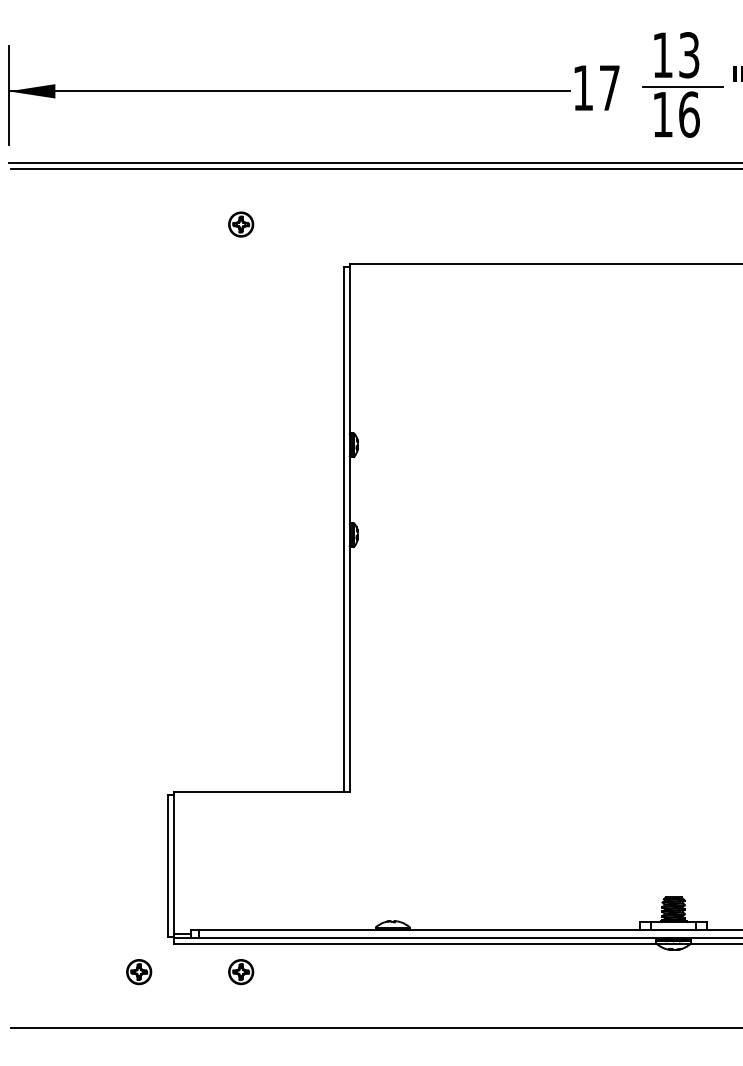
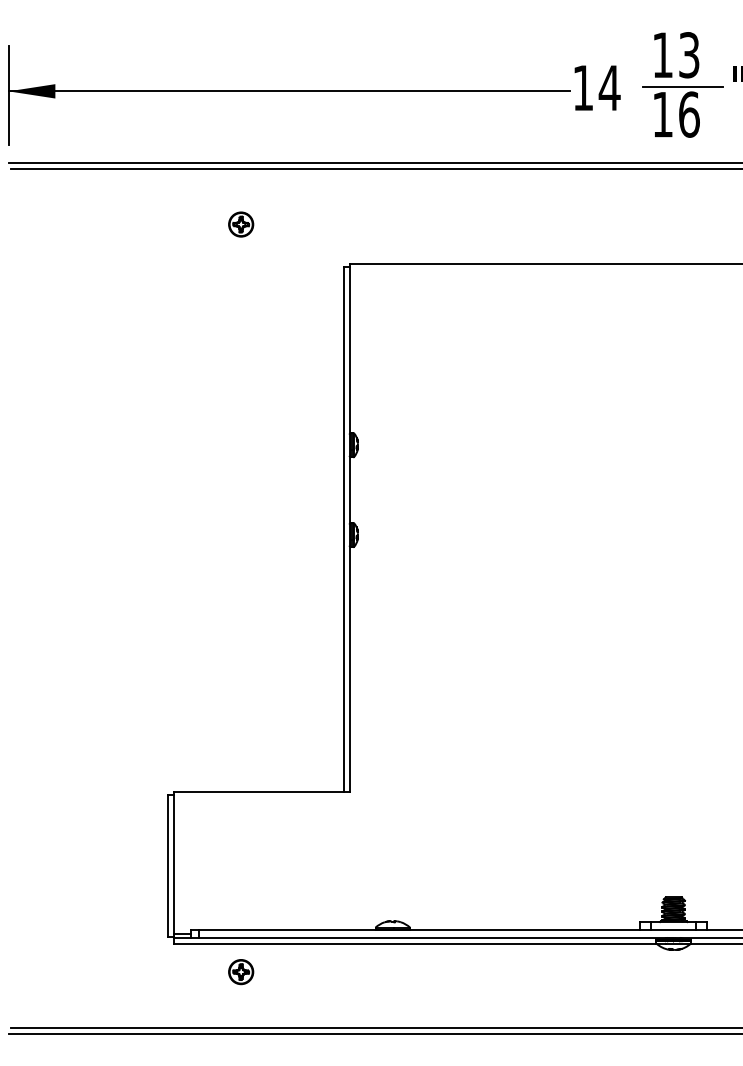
text at (609, 87): 17 -> 14
part at (139, 972): present -> none
line at (373, 1034): none -> present
